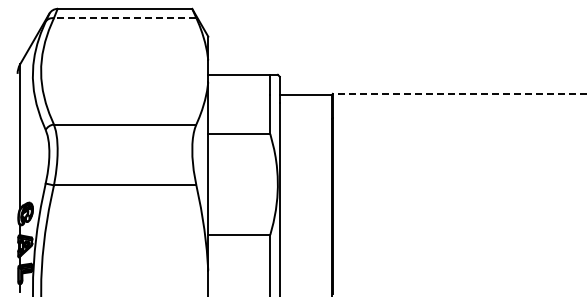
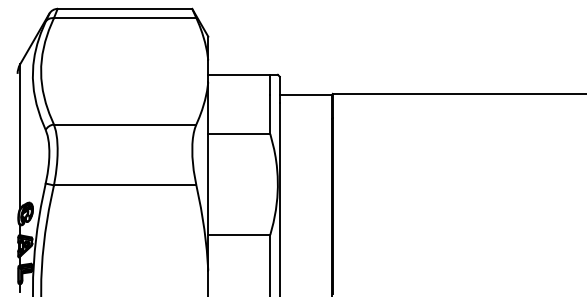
line at (124, 18): dashed -> solid
line at (459, 93): dashed -> solid
